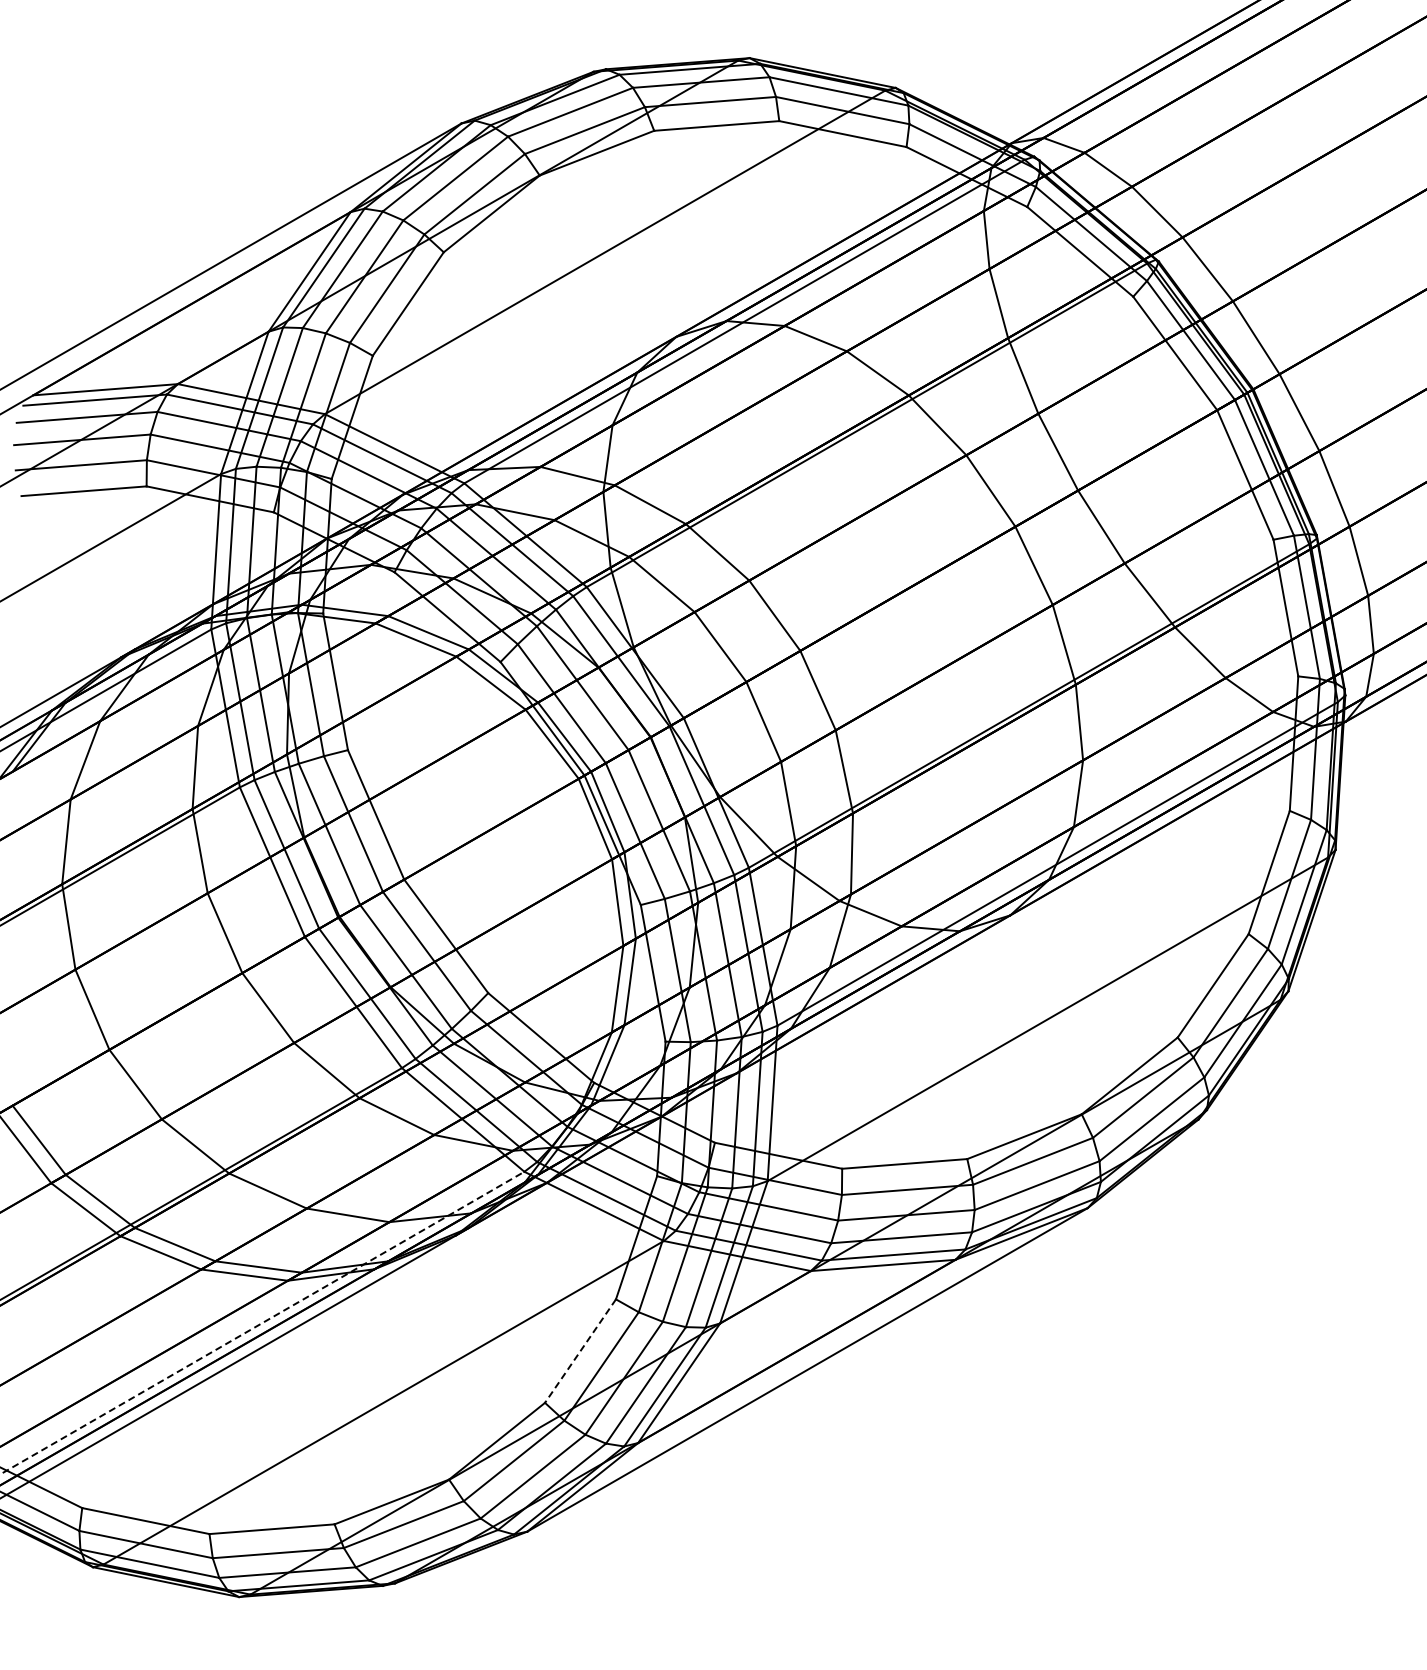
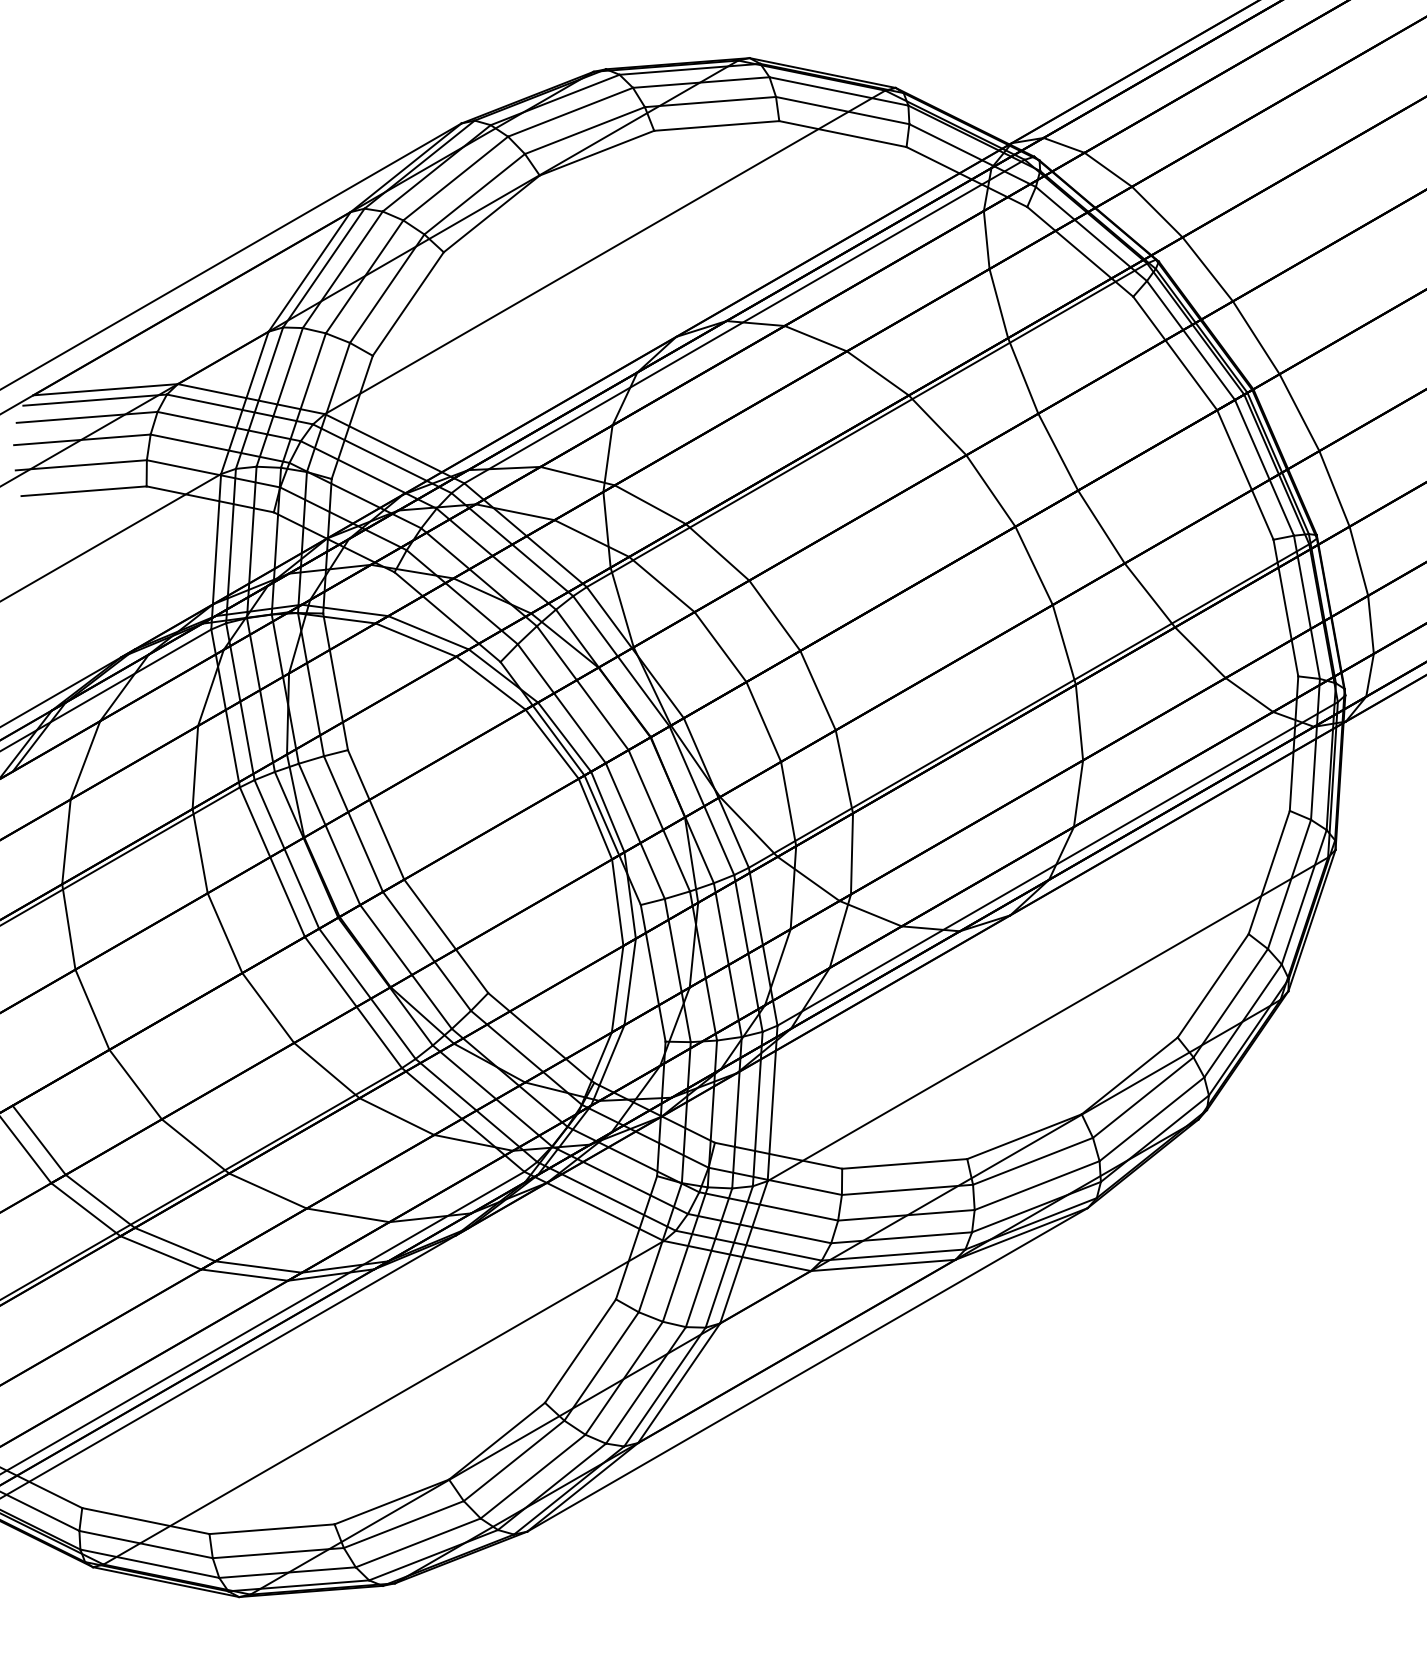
line at (262, 1323): dashed -> solid
line at (580, 1351): dashed -> solid
